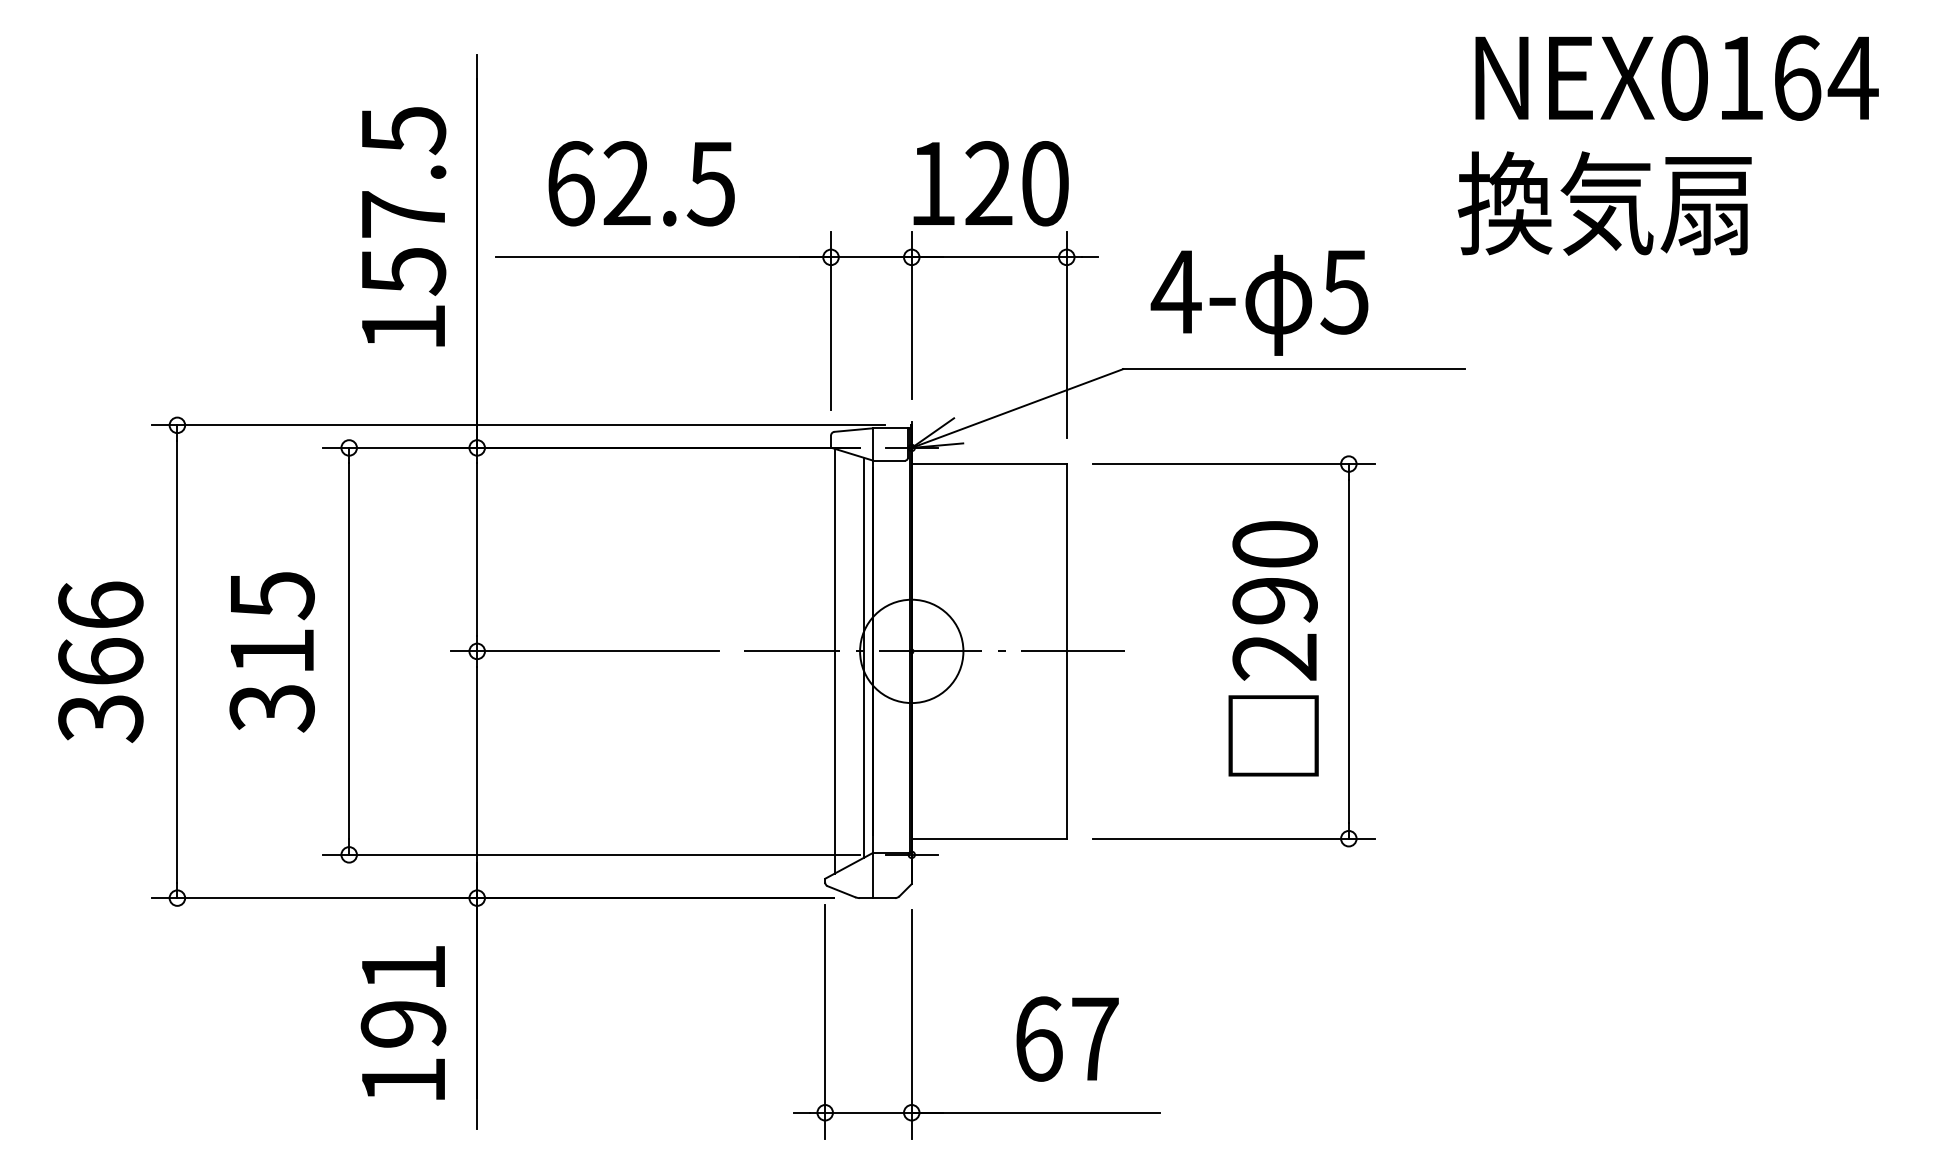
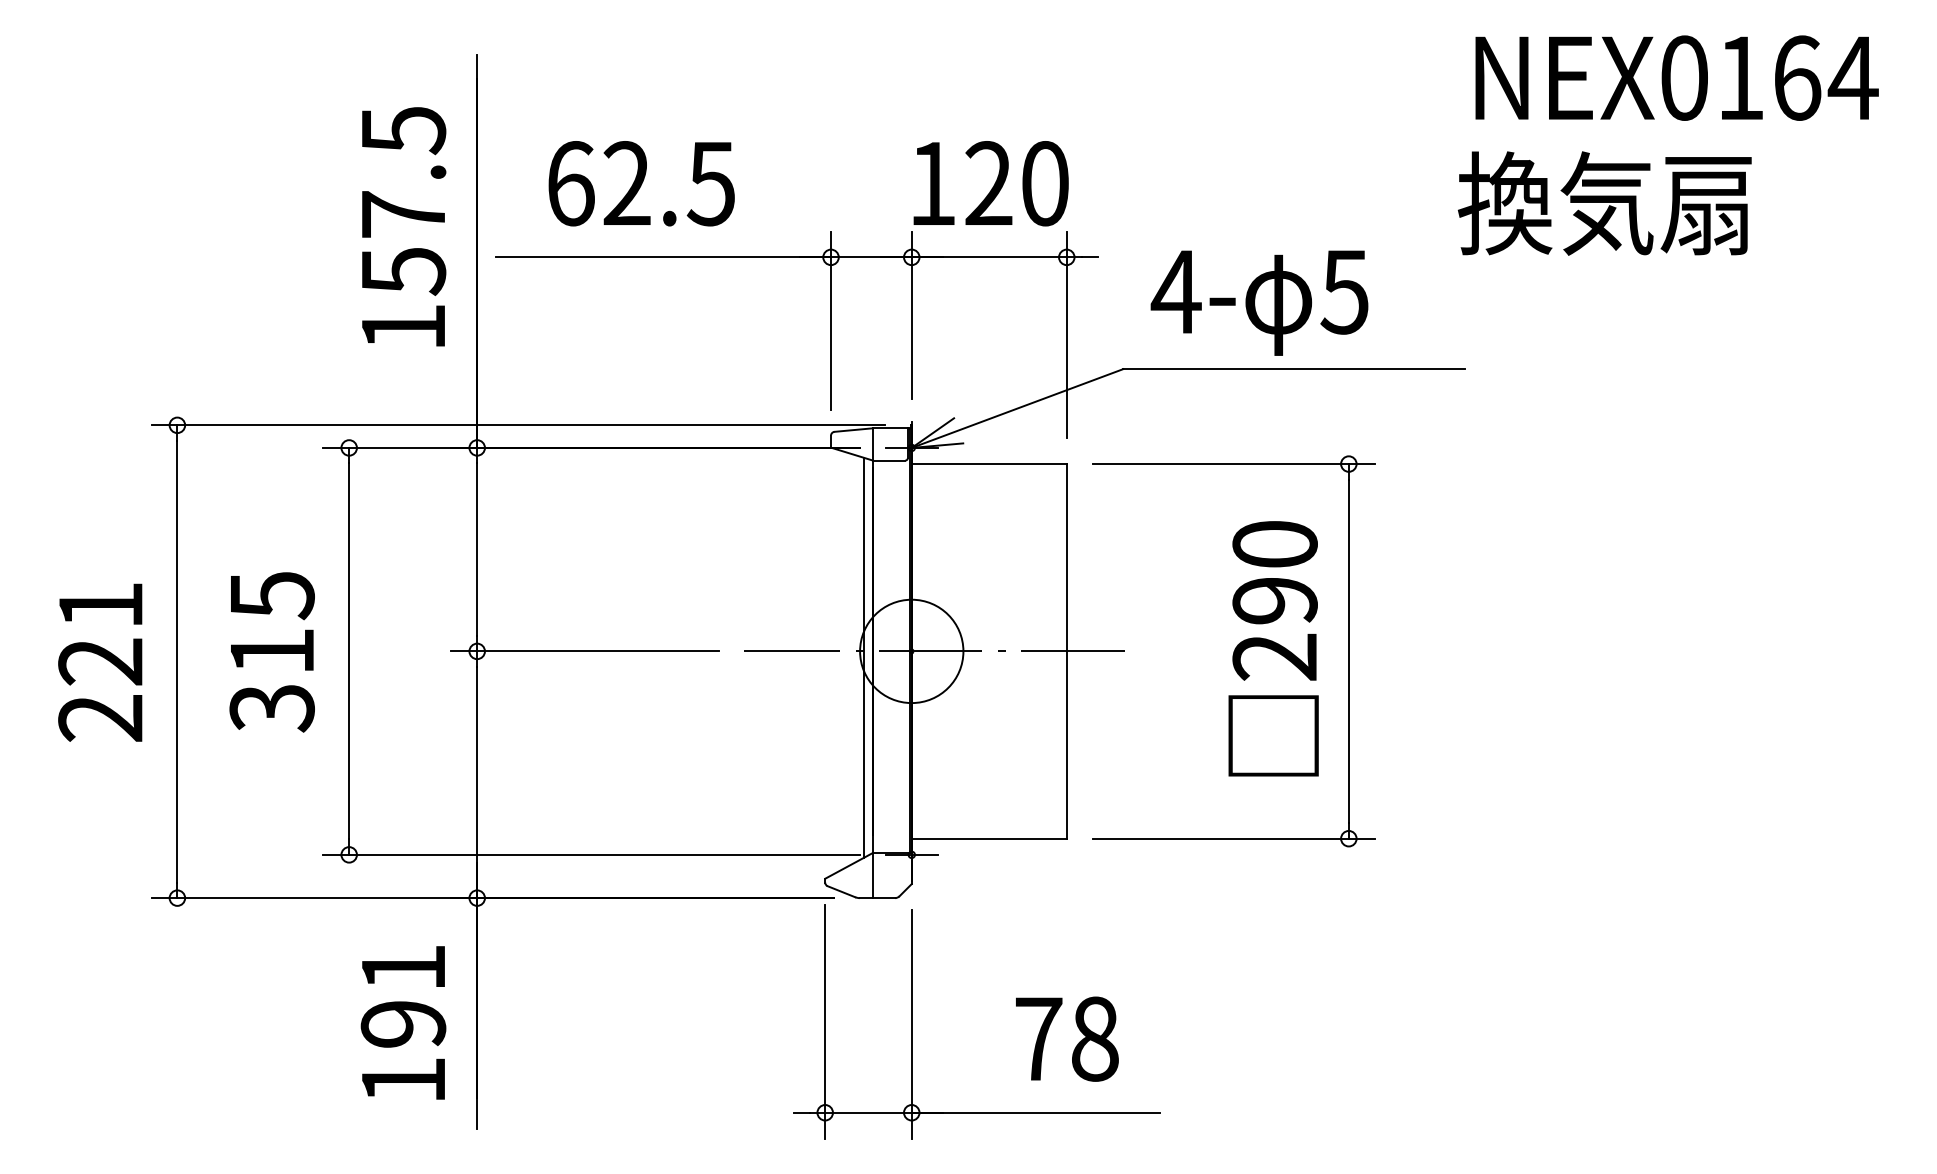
line at (834, 660): present -> none
text at (100, 662): 366 -> 221
text at (1067, 1038): 67 -> 78
